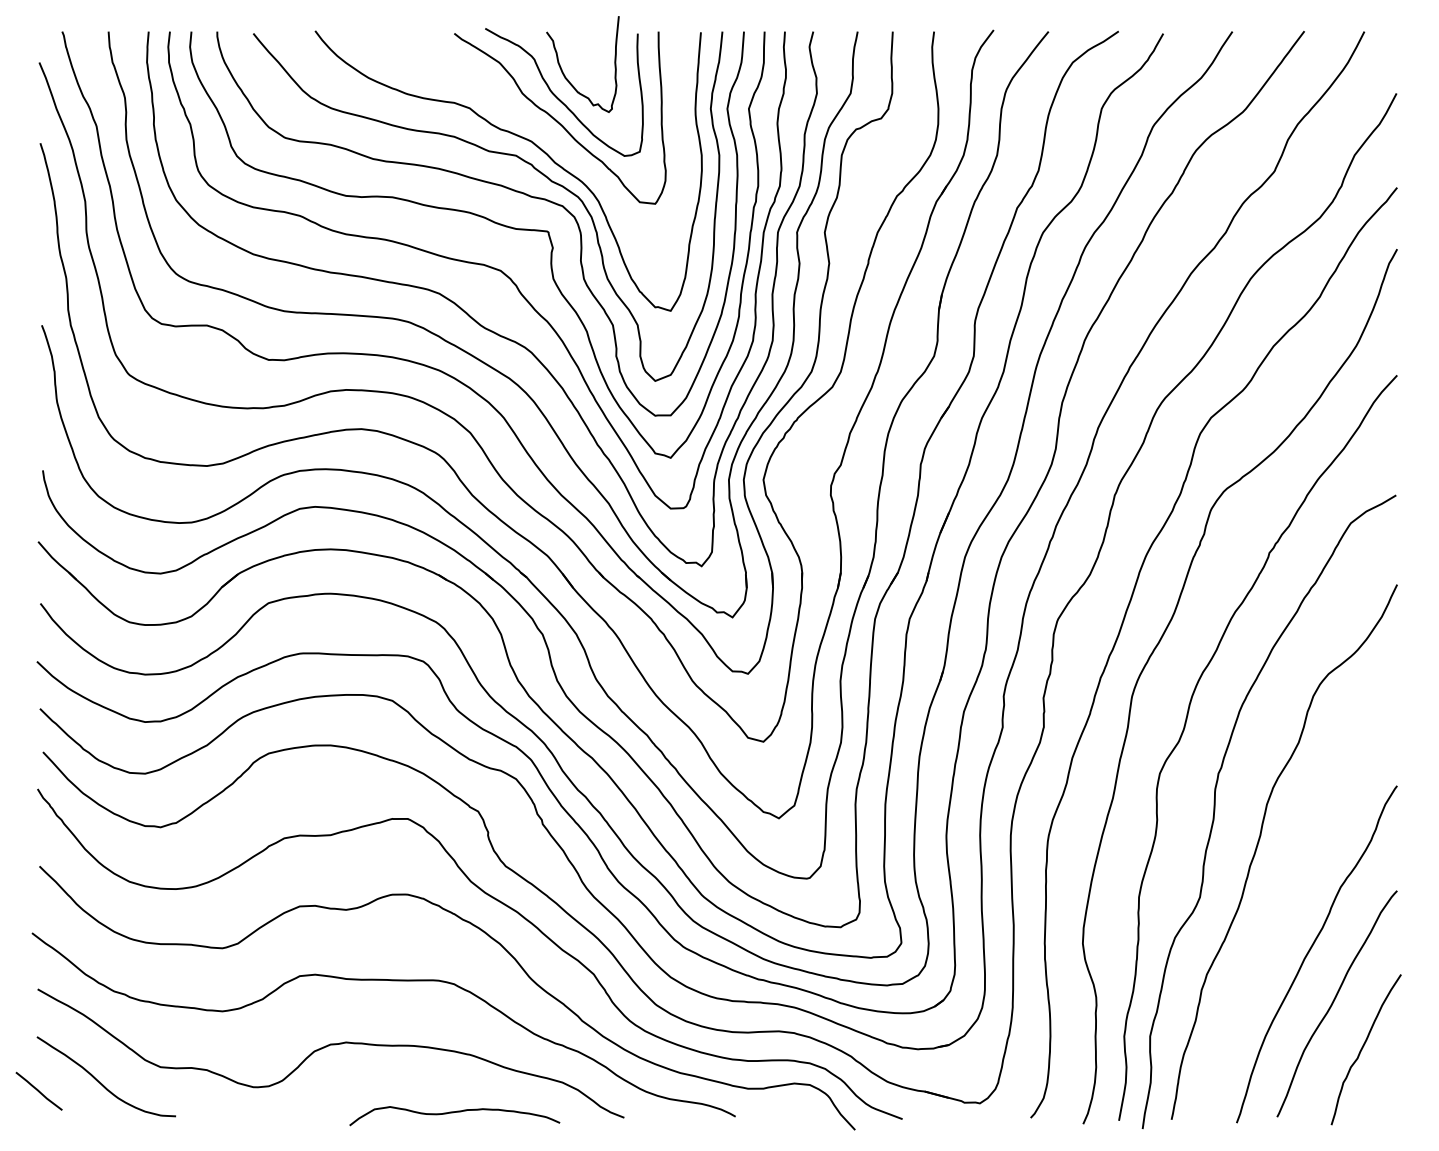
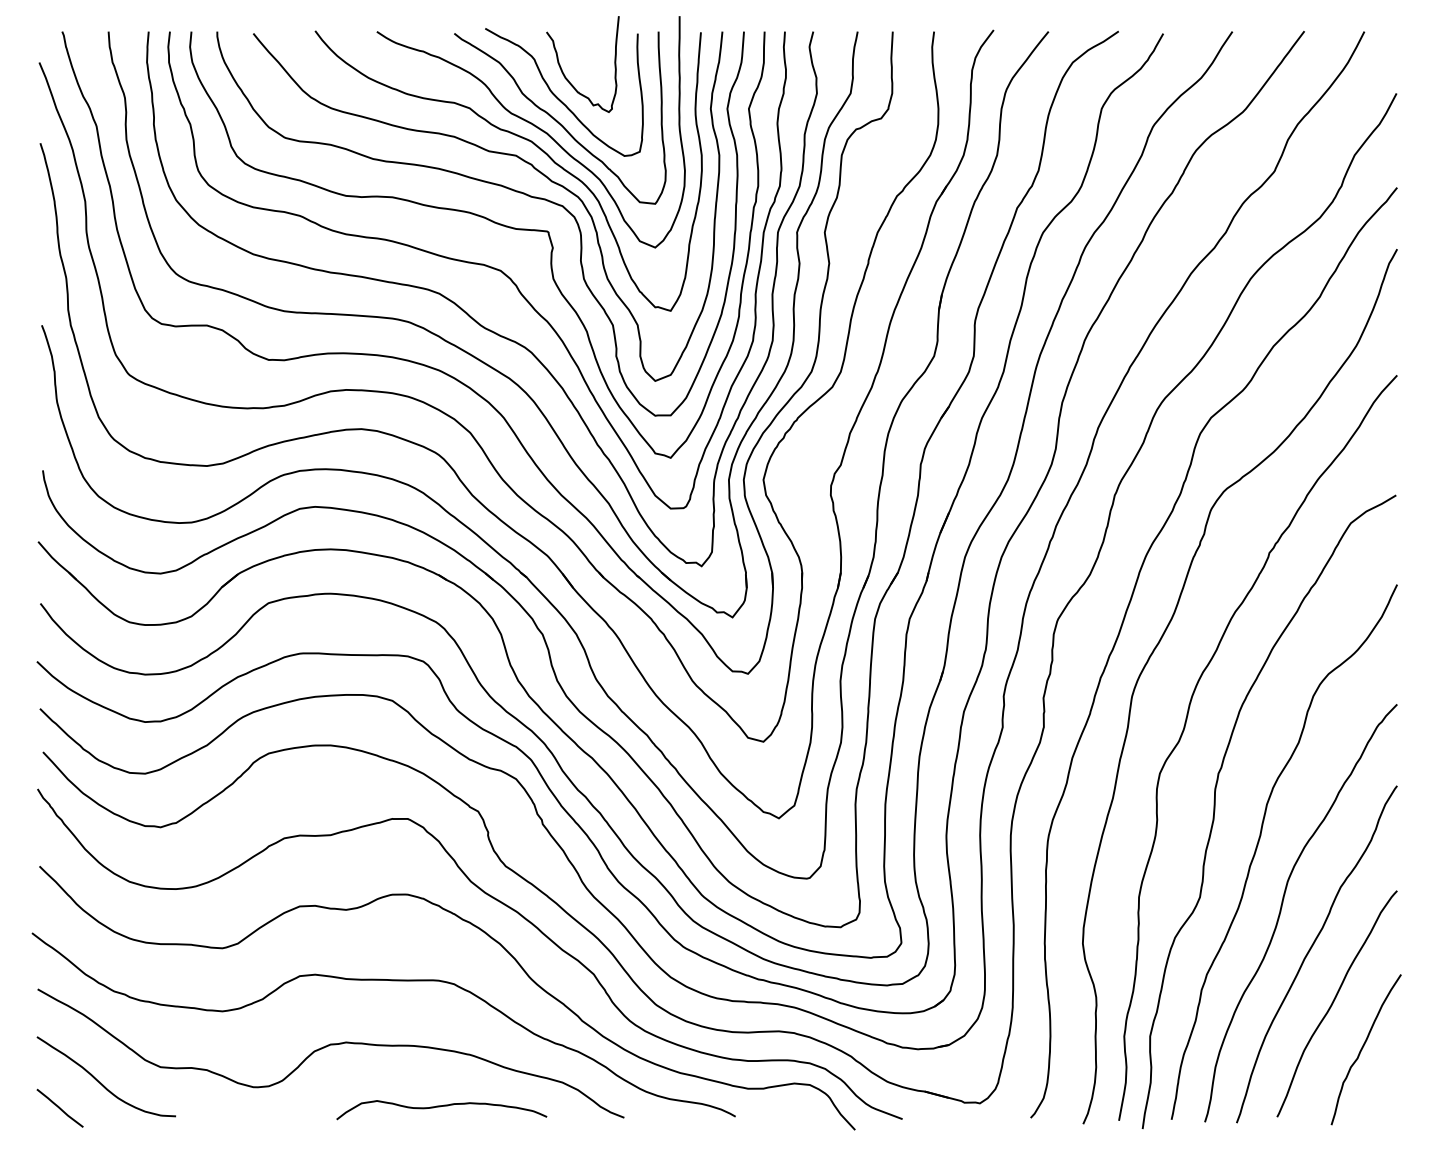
curve at (535, 127): none -> present
curve at (1282, 907): none -> present
line at (38, 1090) position: (38, 1090) -> (59, 1107)
curve at (453, 1113) position: (453, 1113) -> (440, 1107)
